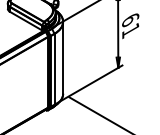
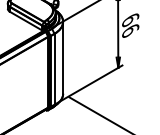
text at (130, 31): 61 -> 66
